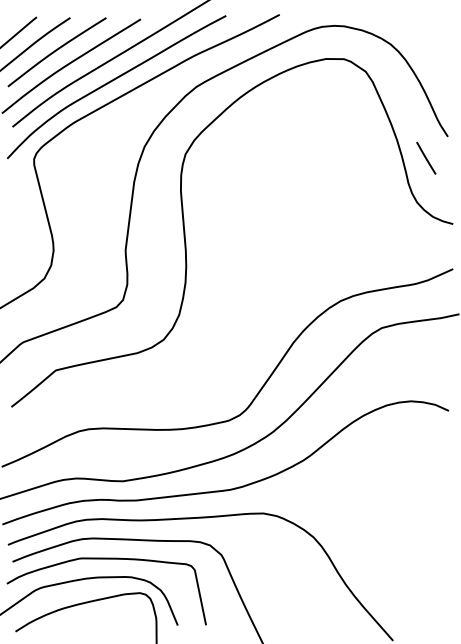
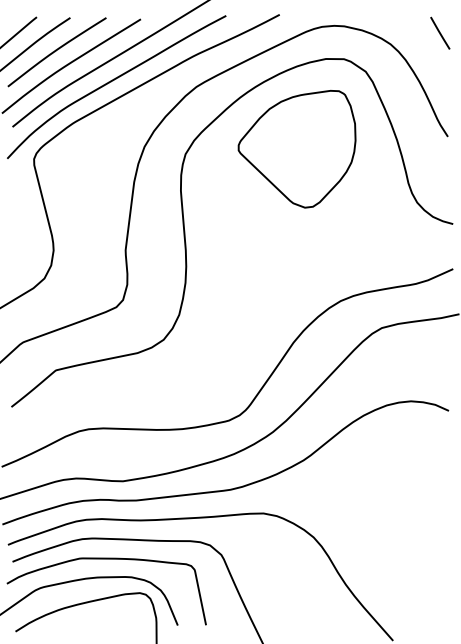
part at (296, 149): none -> present
line at (426, 157) position: (426, 157) -> (440, 32)
